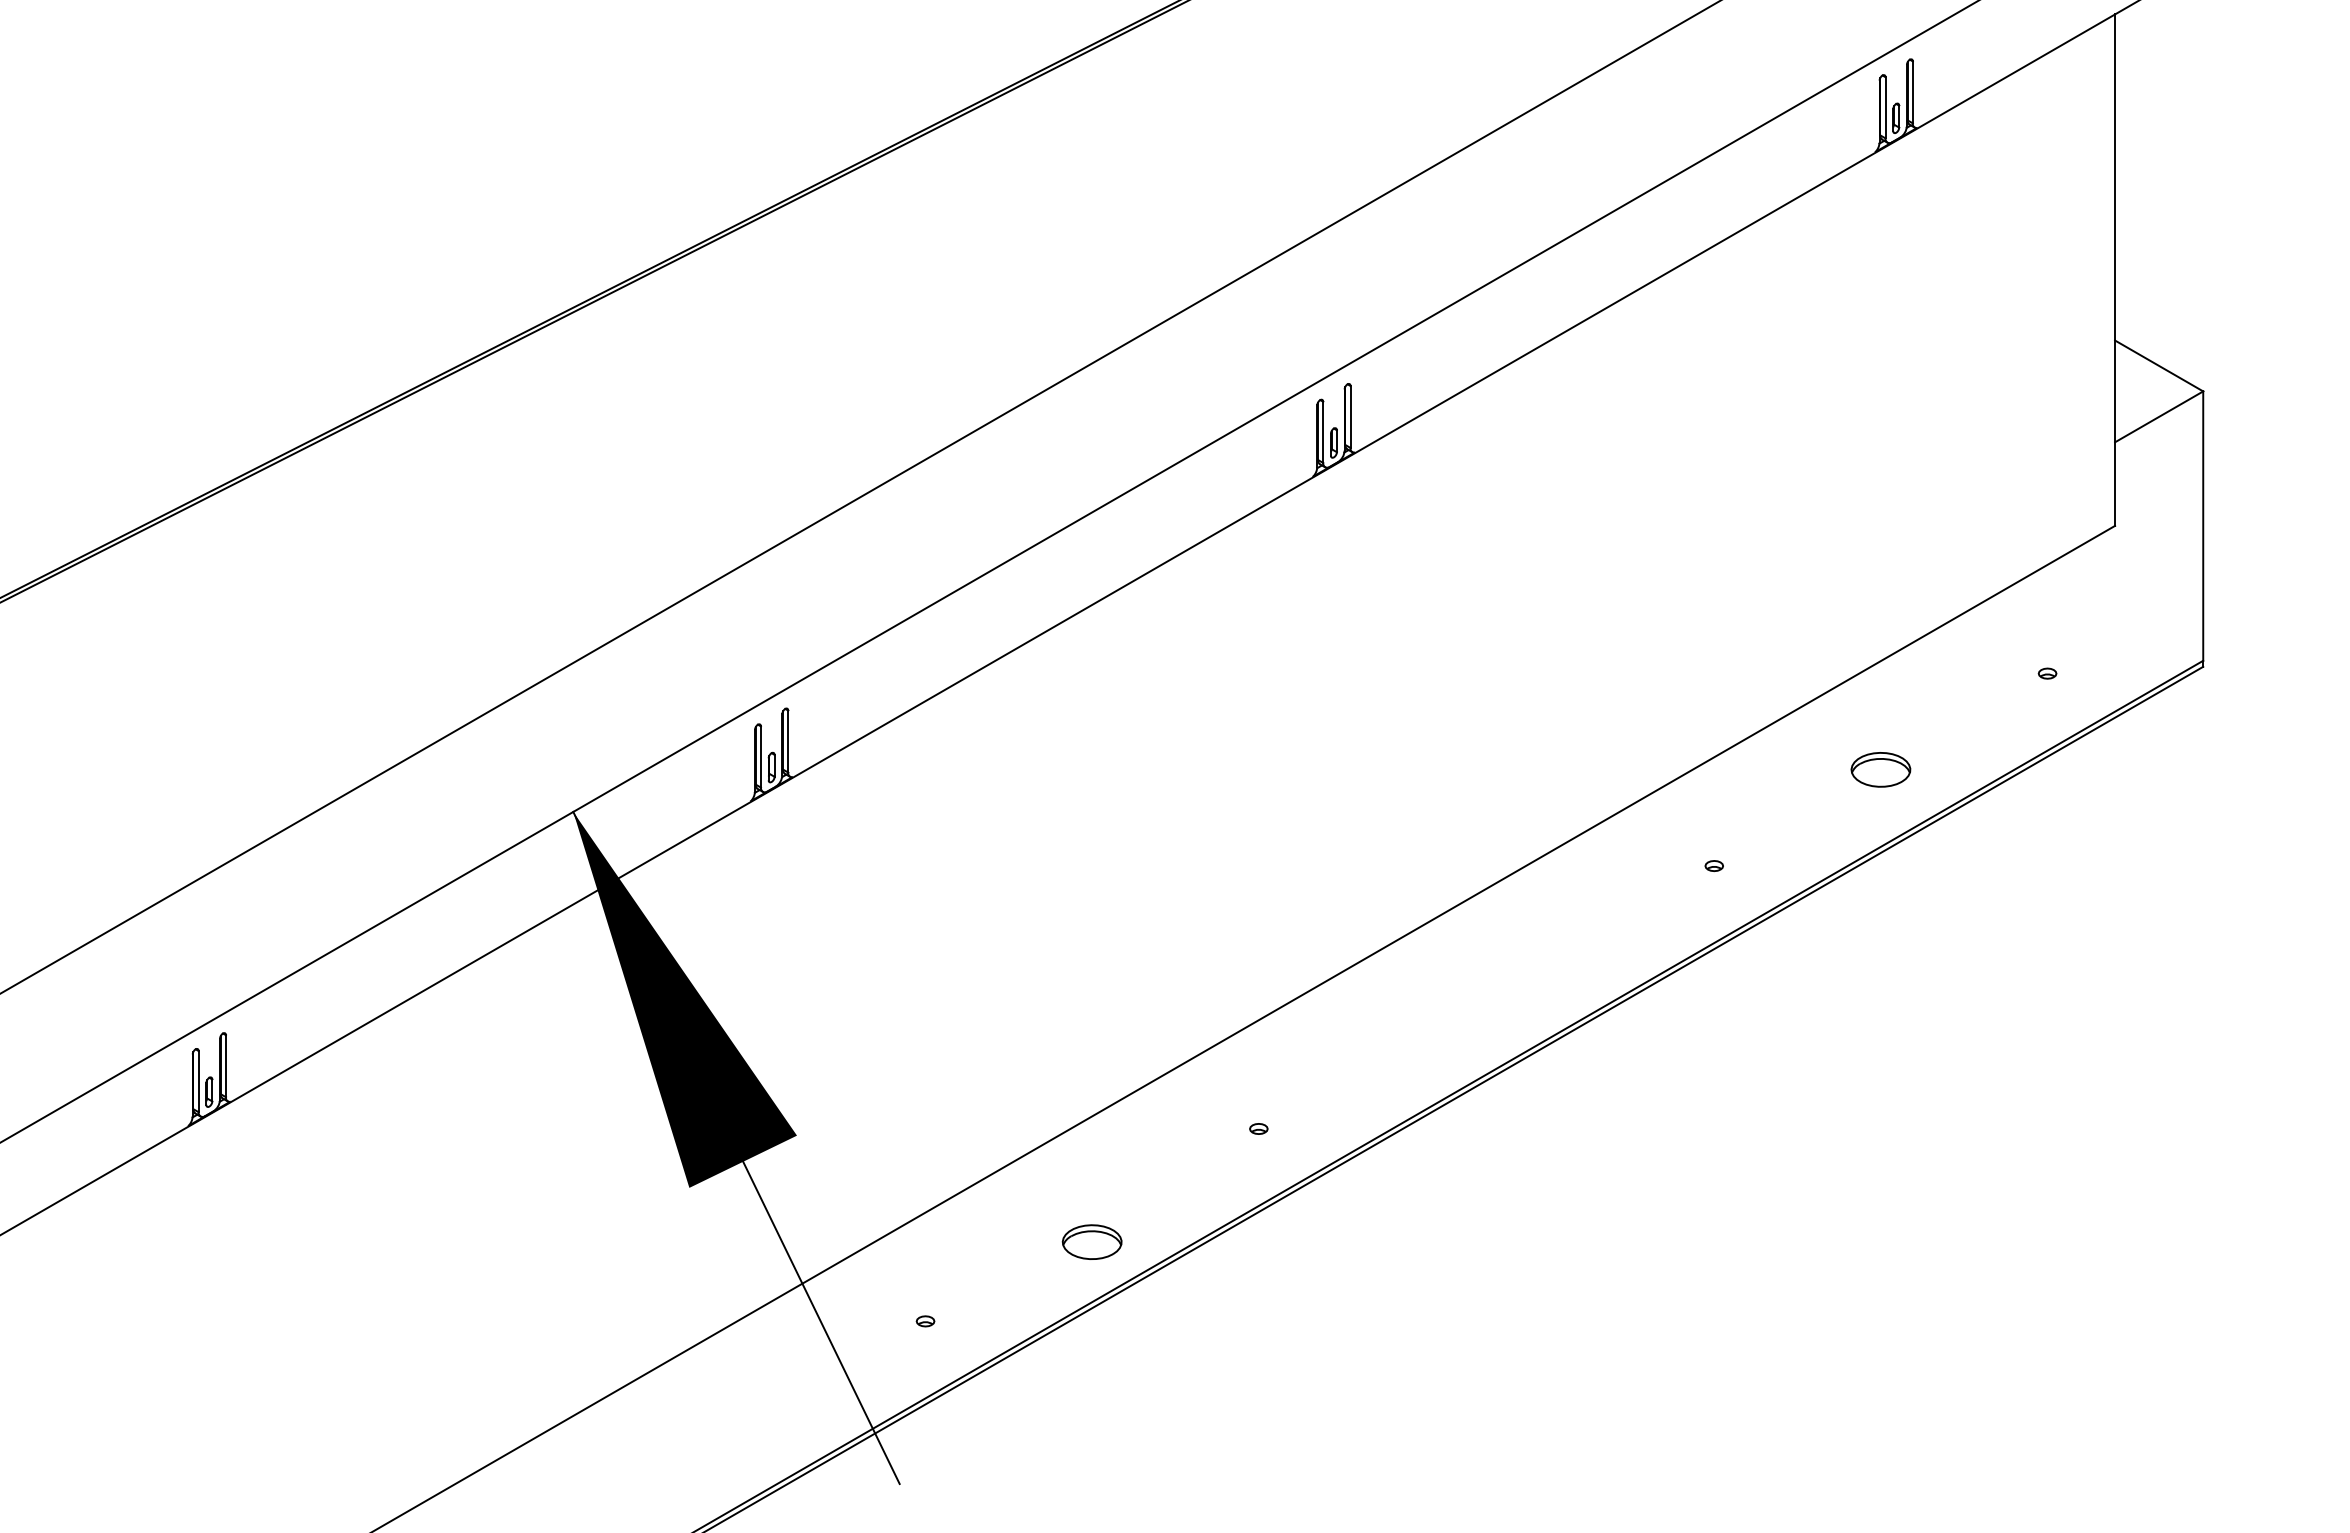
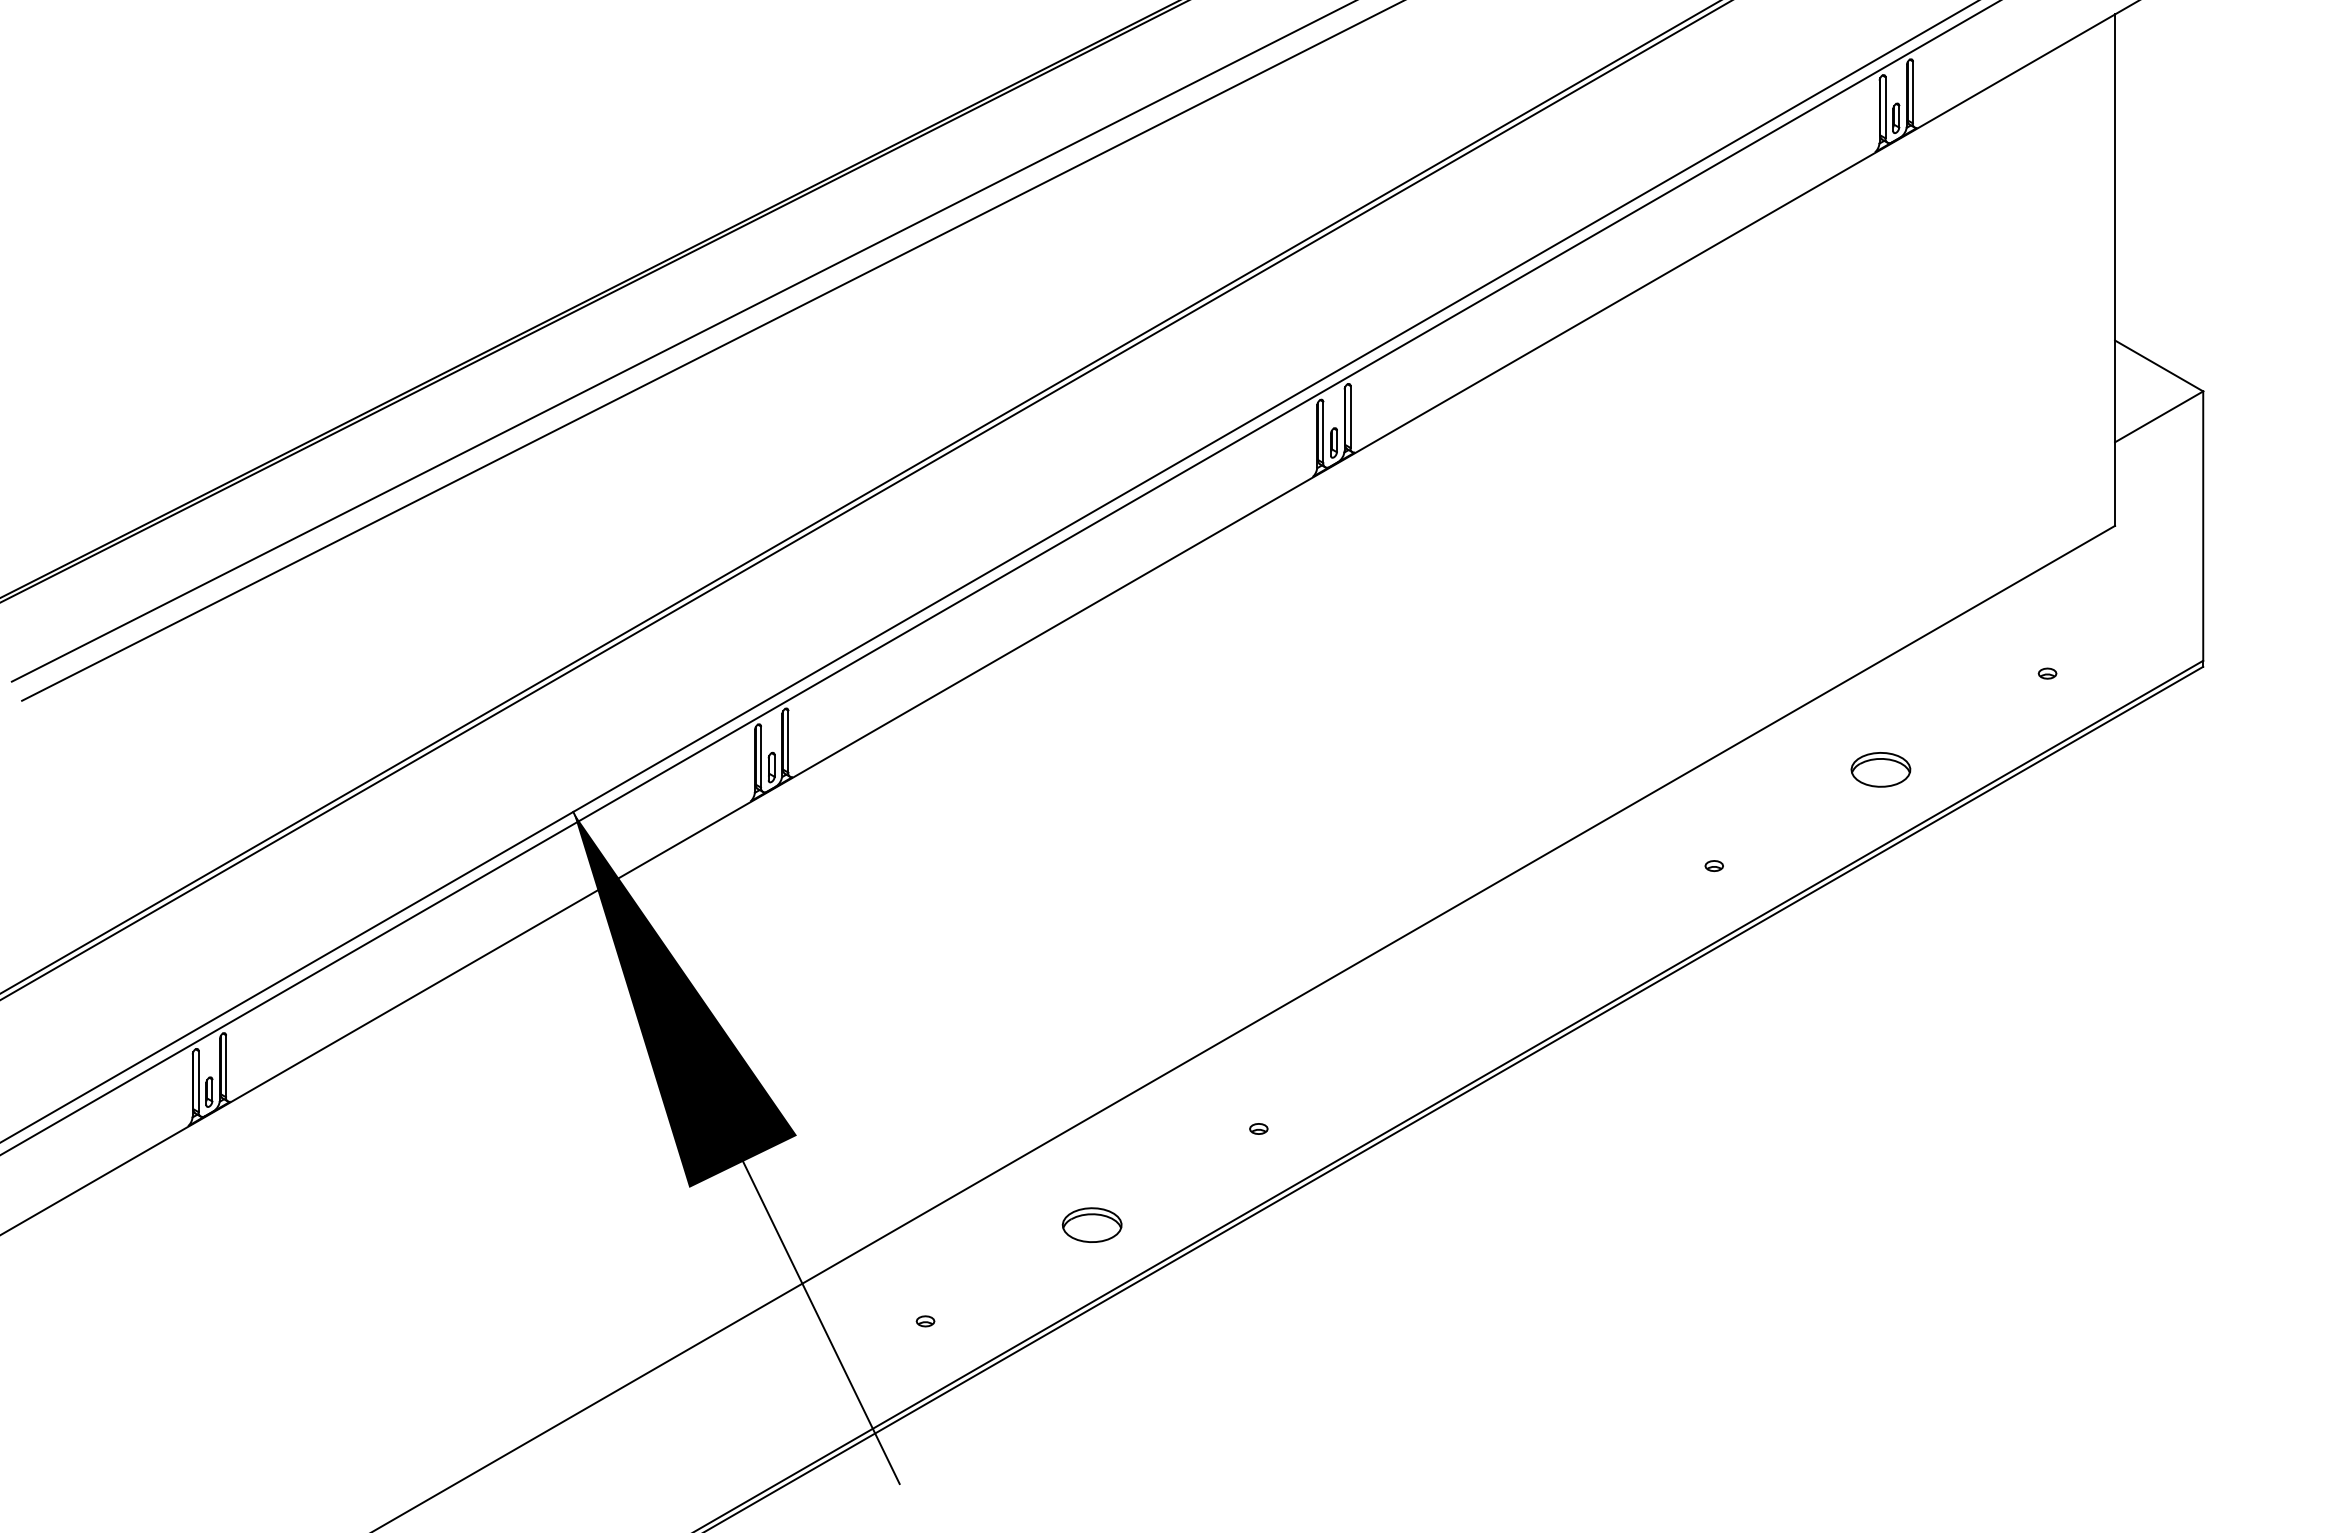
line at (682, 341): none -> present
line at (711, 351): none -> present
line at (865, 500): none -> present
line at (999, 577): none -> present
part at (1091, 1241) position: (1091, 1241) -> (1091, 1224)
